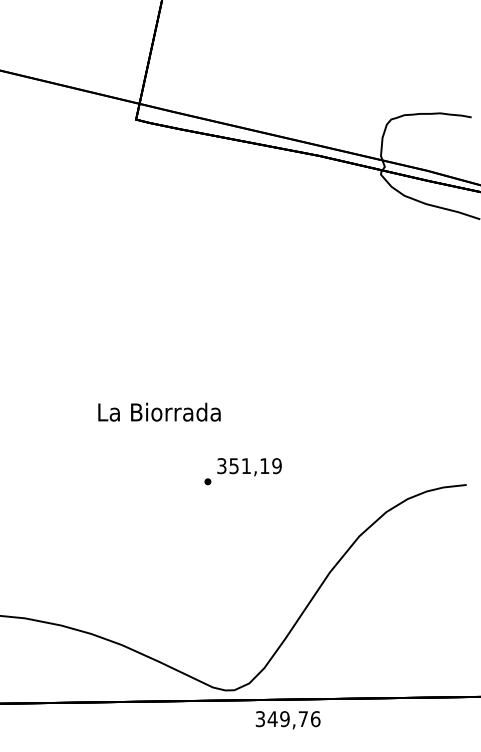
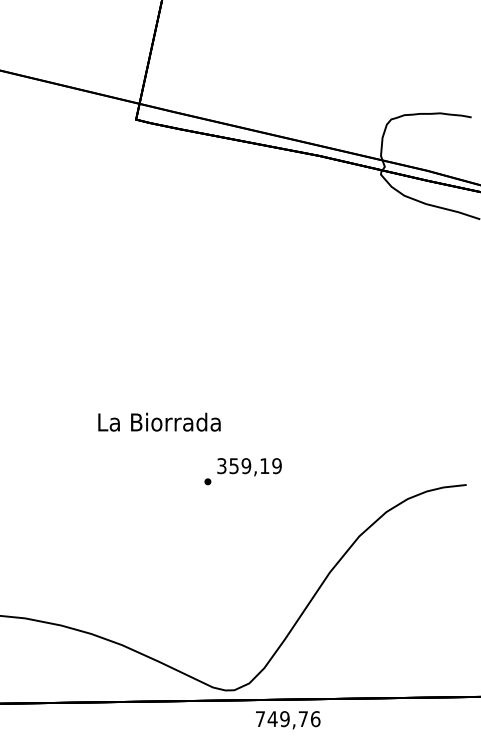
text at (159, 411) position: (159, 411) -> (159, 421)
text at (246, 466): 351,19 -> 359,19
text at (259, 719): 349,76 -> 749,76
